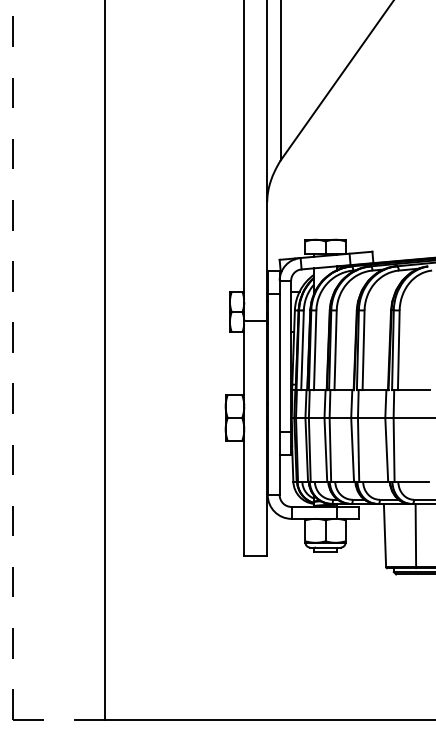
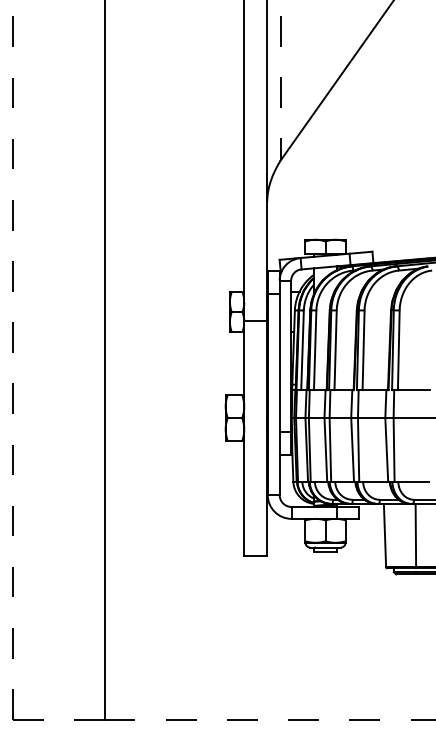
line at (280, 80): solid -> dashed
line at (270, 719): solid -> dashed
